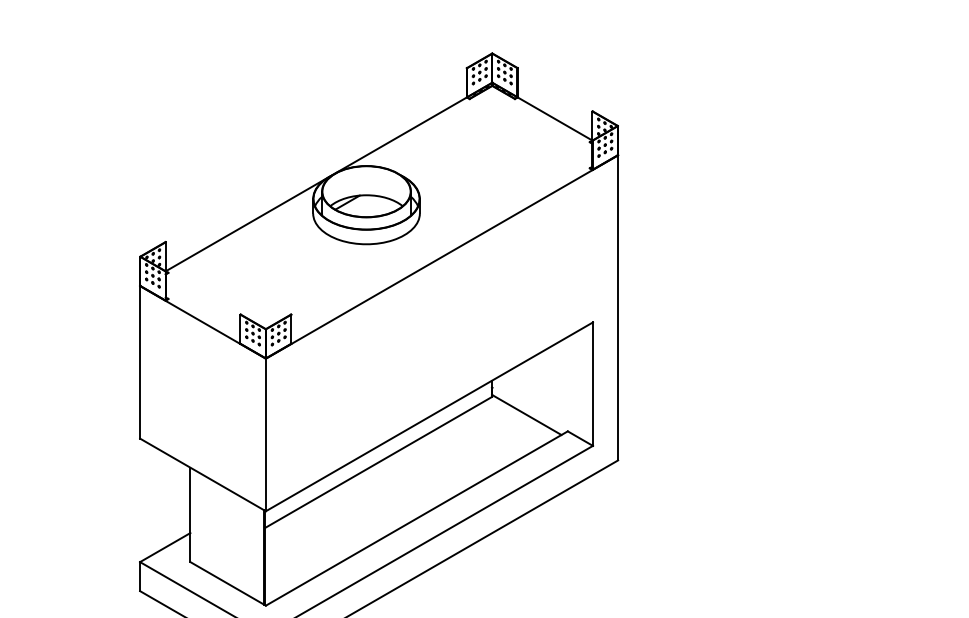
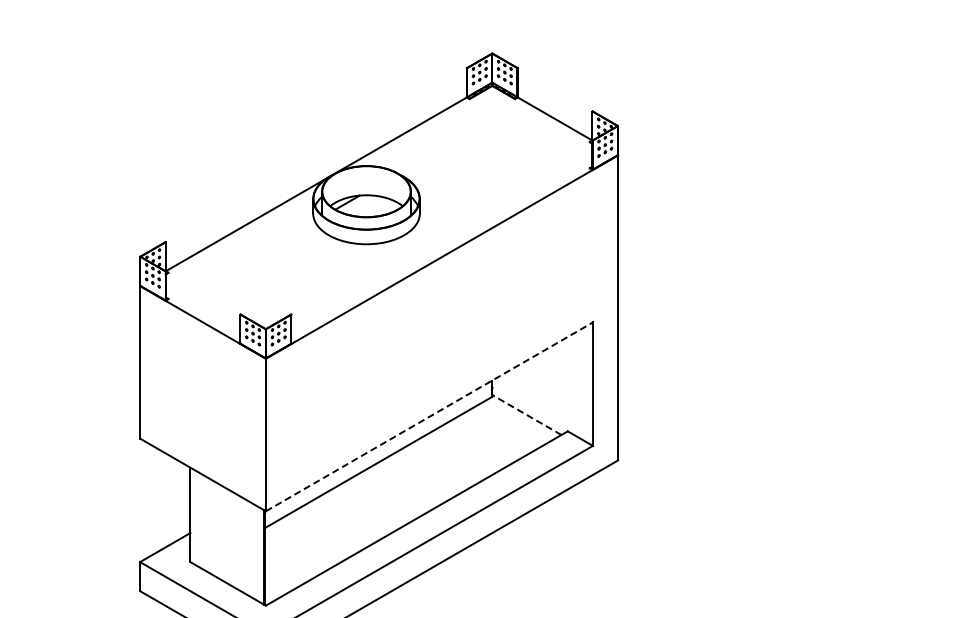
line at (526, 415): solid -> dashed
line at (429, 416): solid -> dashed
